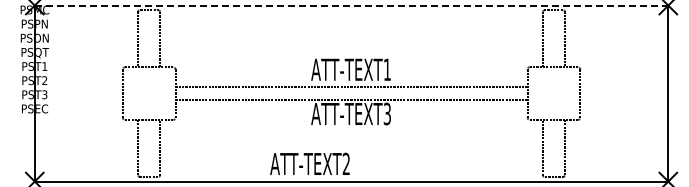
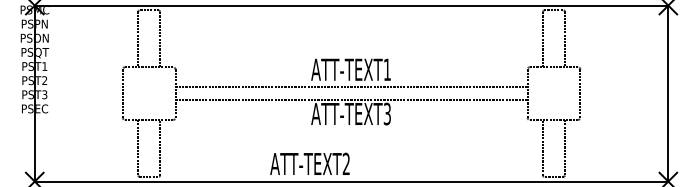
line at (351, 5): dashed -> solid
